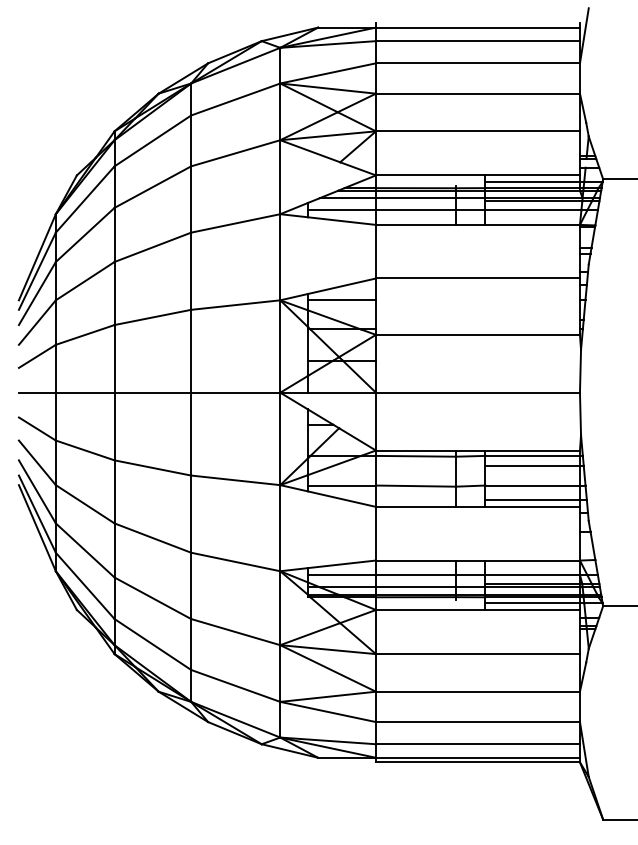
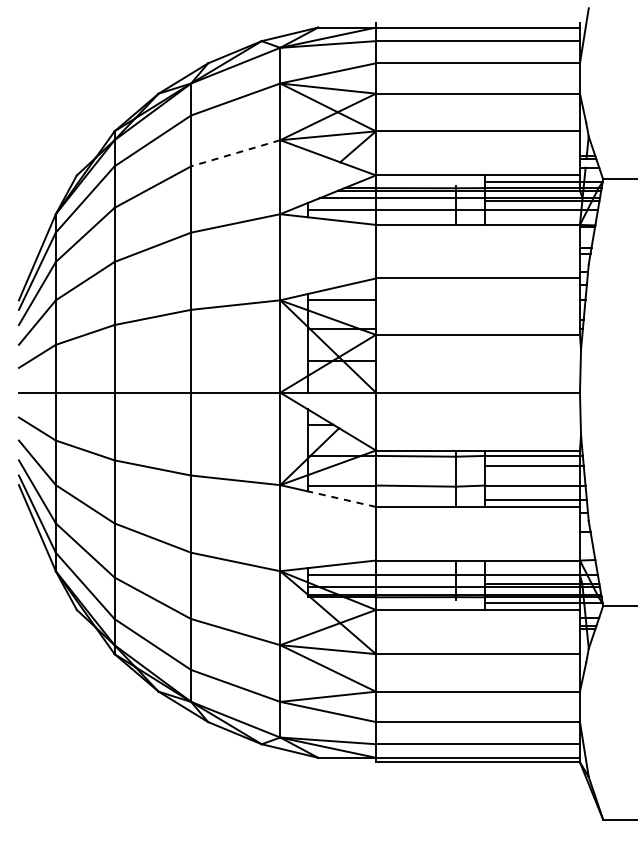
line at (235, 153): solid -> dashed
line at (341, 499): solid -> dashed
